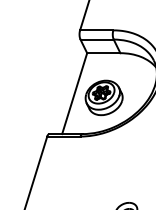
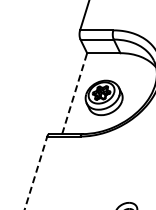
line at (74, 93): solid -> dashed
line at (36, 172): solid -> dashed
